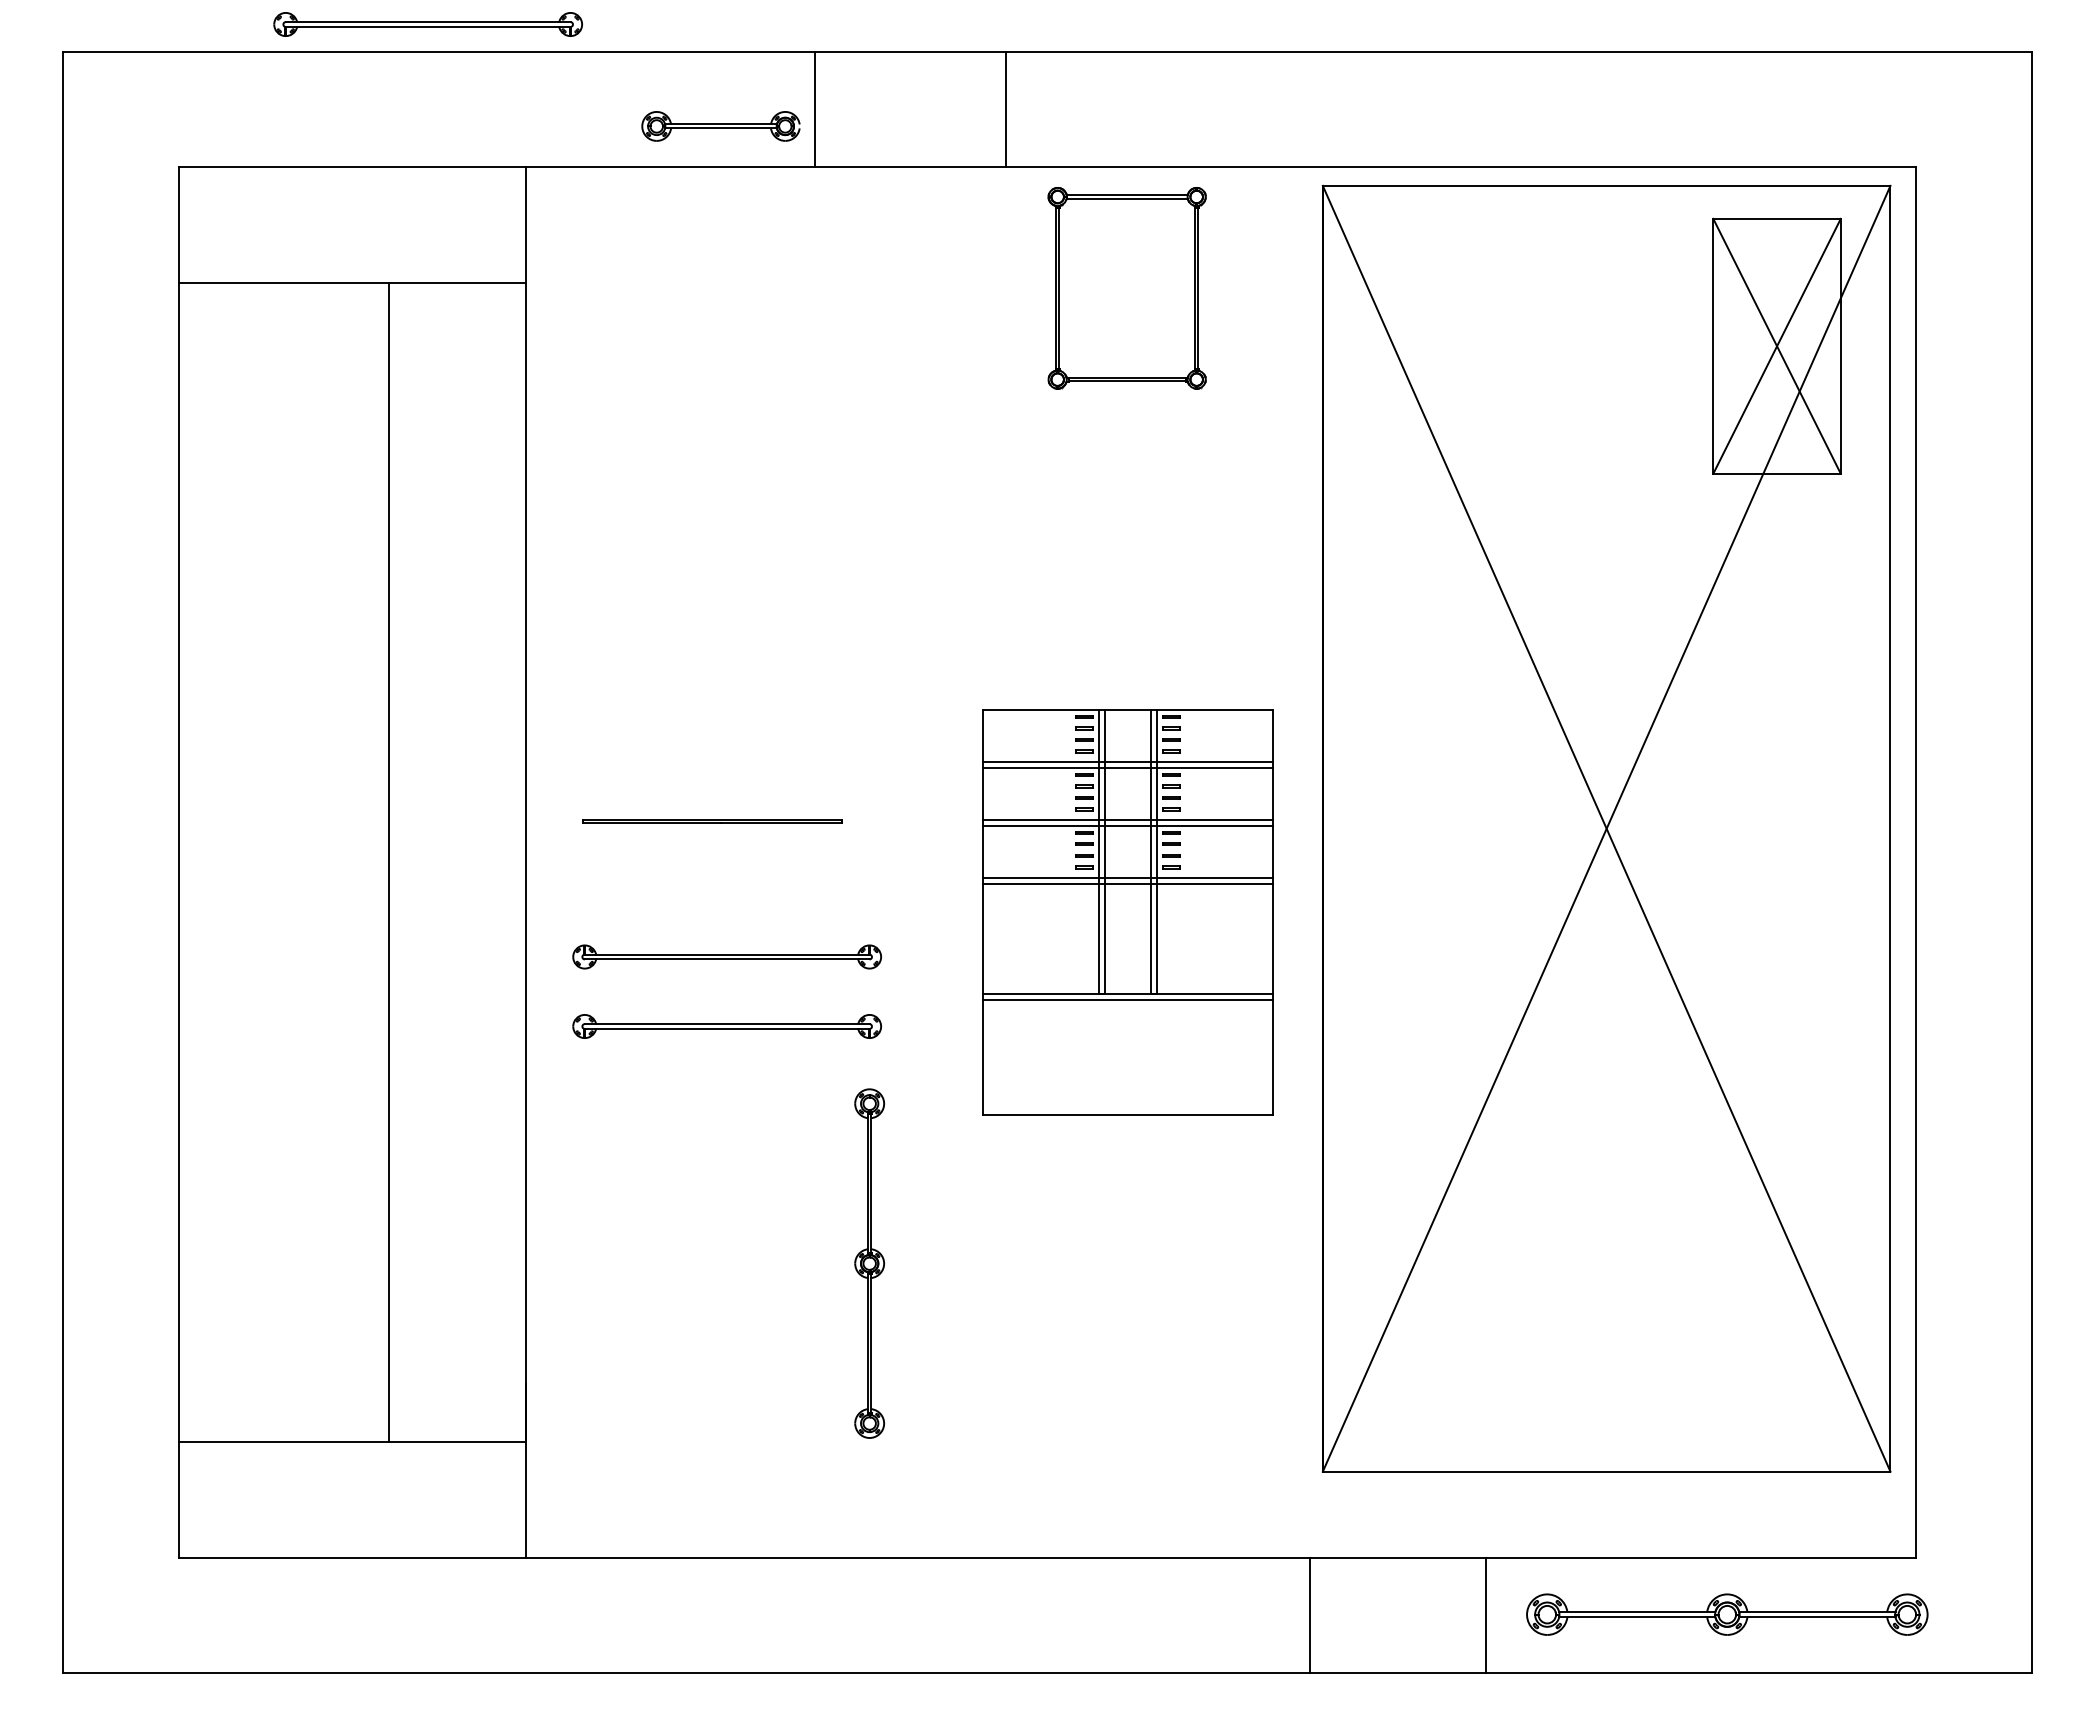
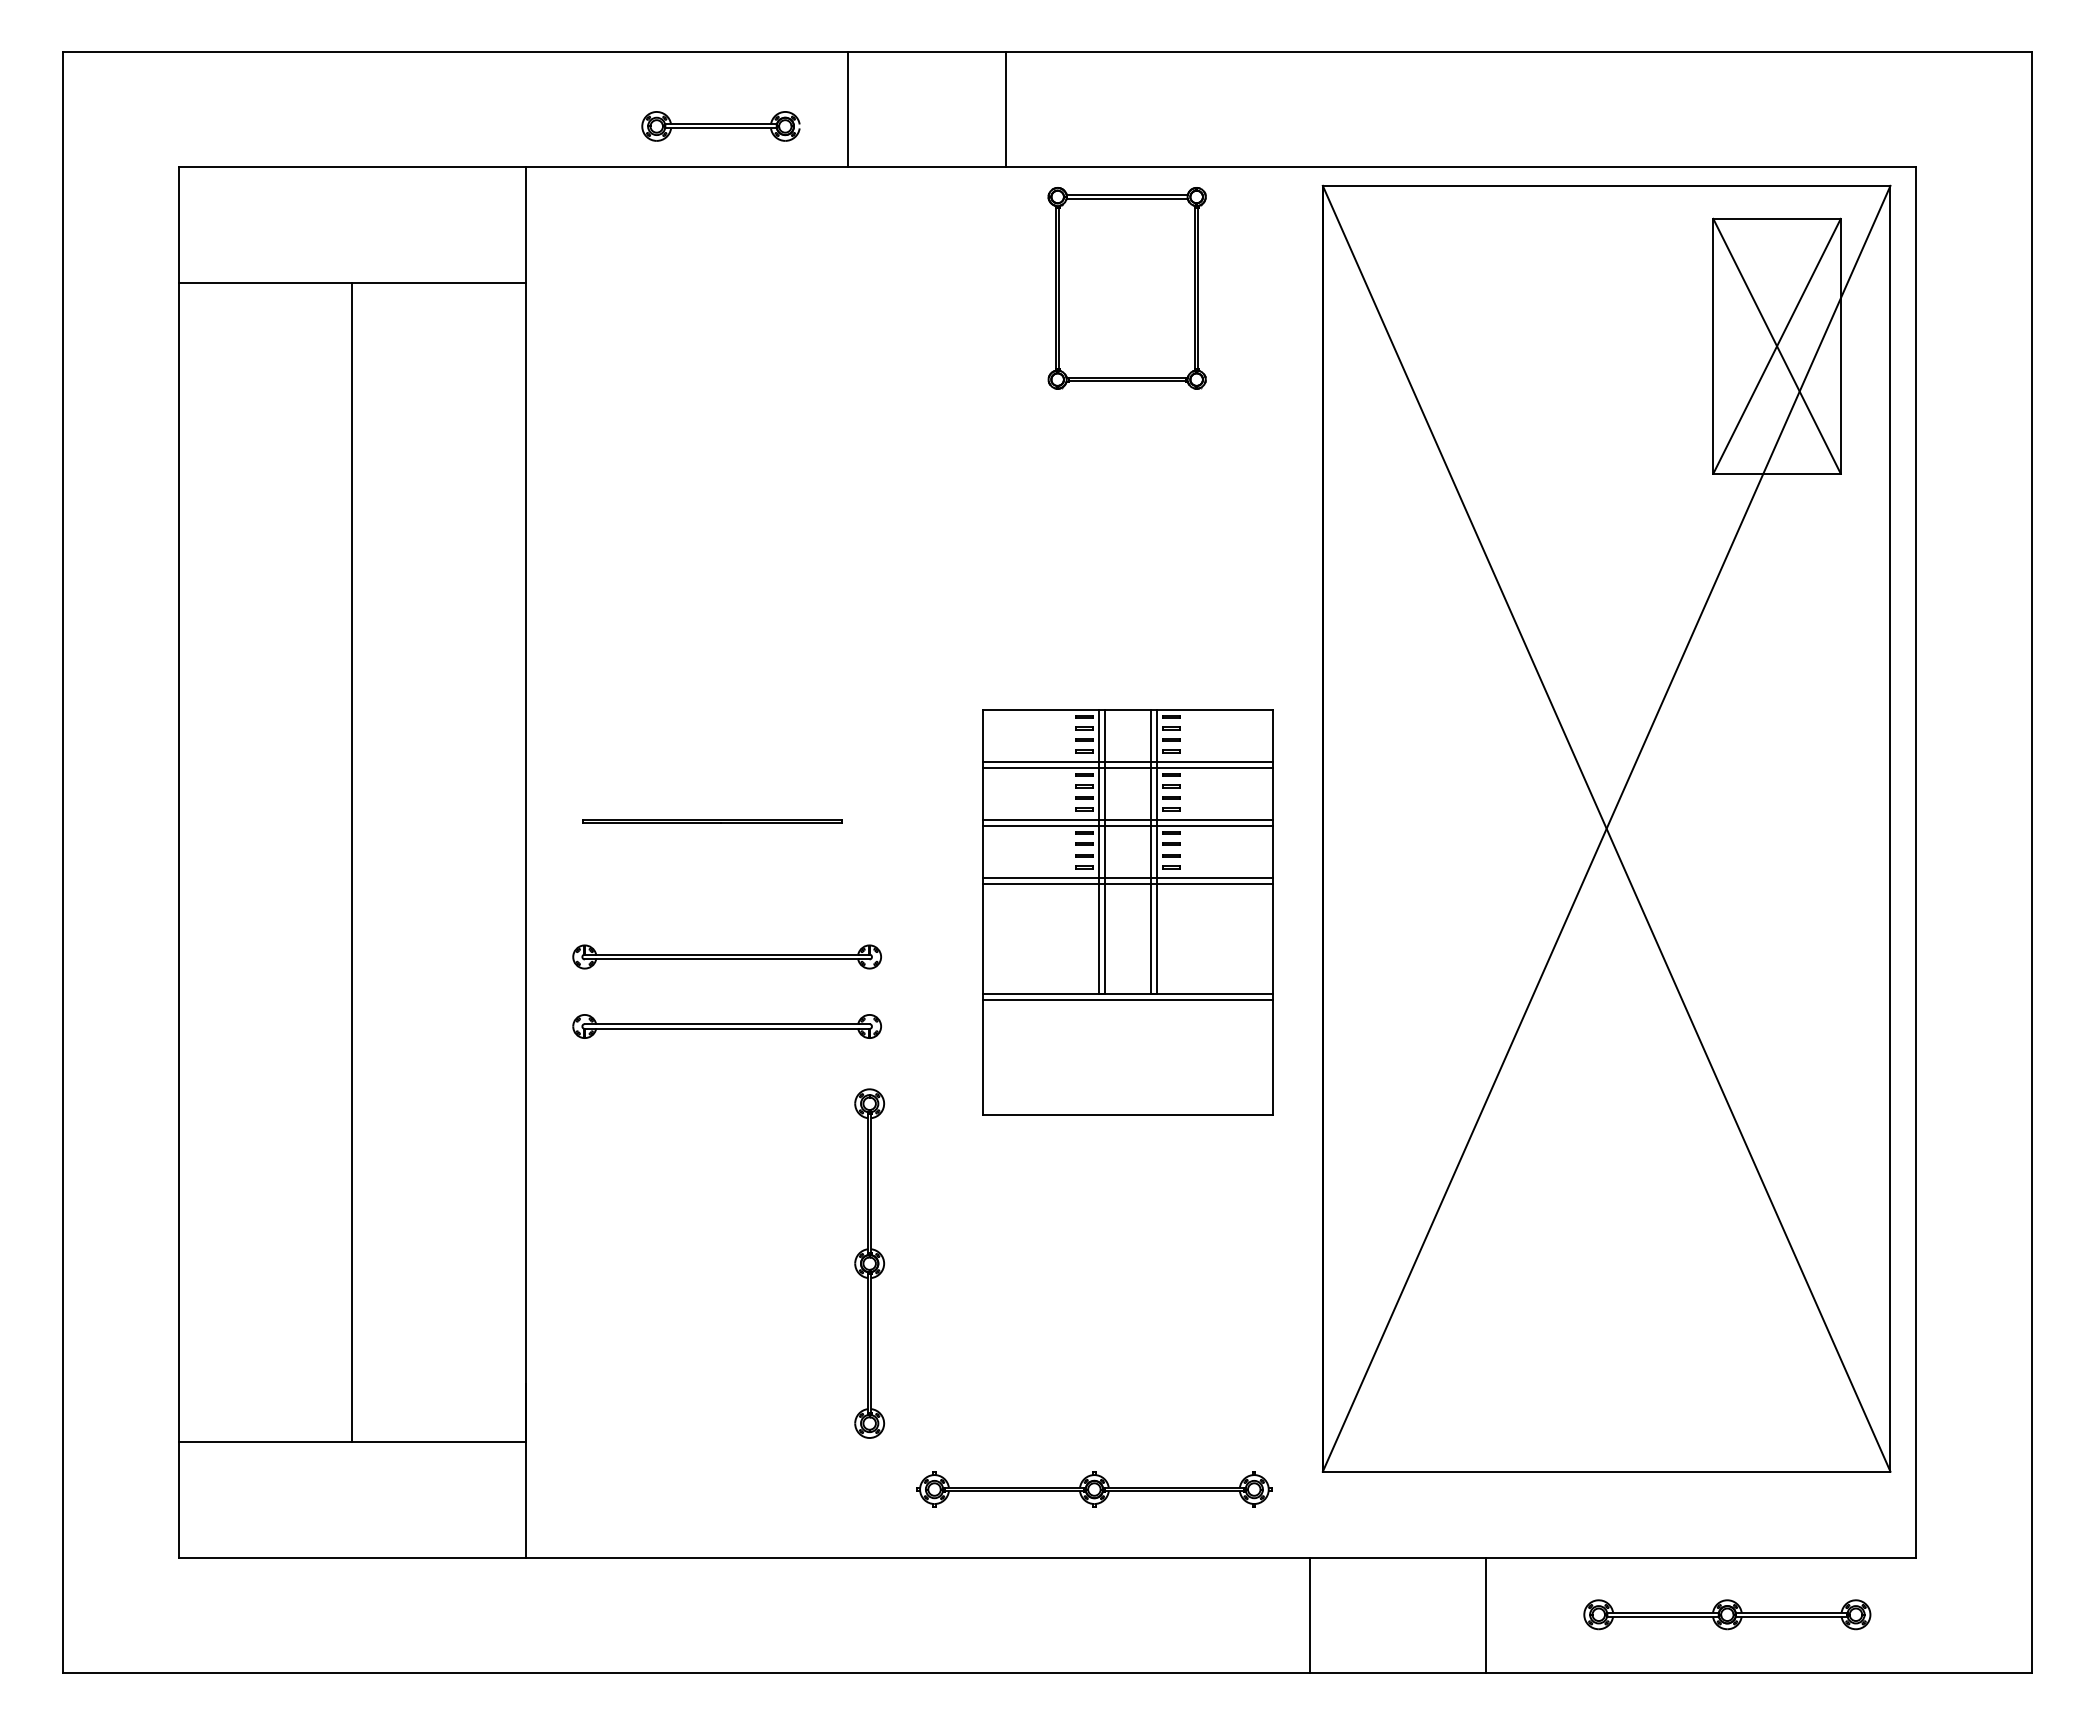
part at (427, 24): present -> none
line at (815, 109) position: (815, 109) -> (848, 109)
line at (389, 862) position: (389, 862) -> (352, 862)
part at (1094, 1489): none -> present
part at (1727, 1614) size: 403x43 px -> 289x32 px
